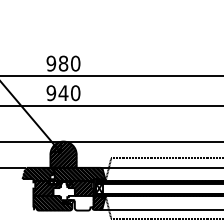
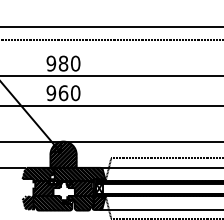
line at (111, 27): none -> present
line at (111, 39): none -> present
text at (63, 93): 940 -> 960
hatch at (28, 202): none -> present
hatch at (80, 202): none -> present
